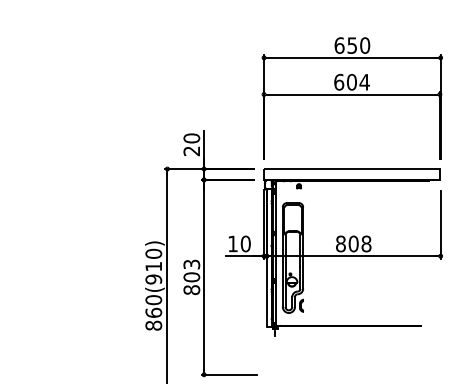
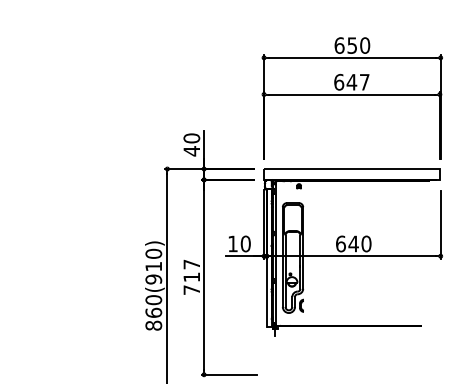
text at (357, 82): 604 -> 647
text at (191, 151): 20 -> 40
text at (353, 243): 808 -> 640
text at (191, 277): 803 -> 717
